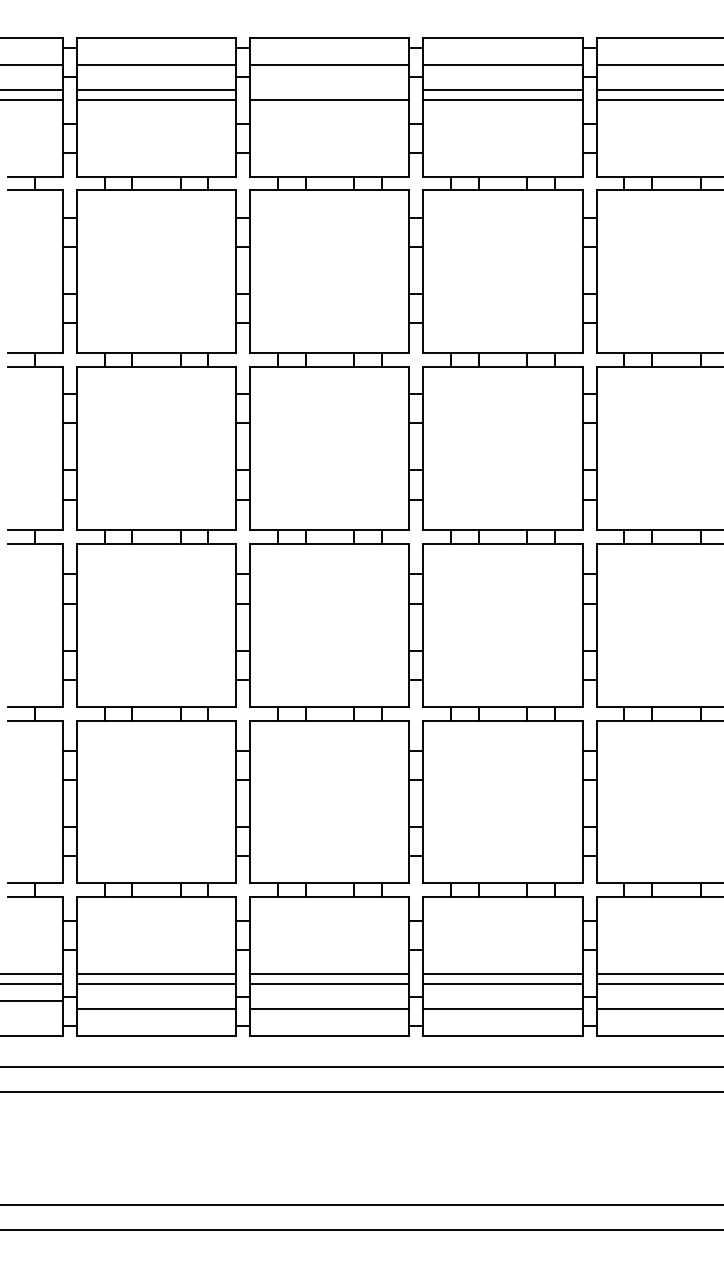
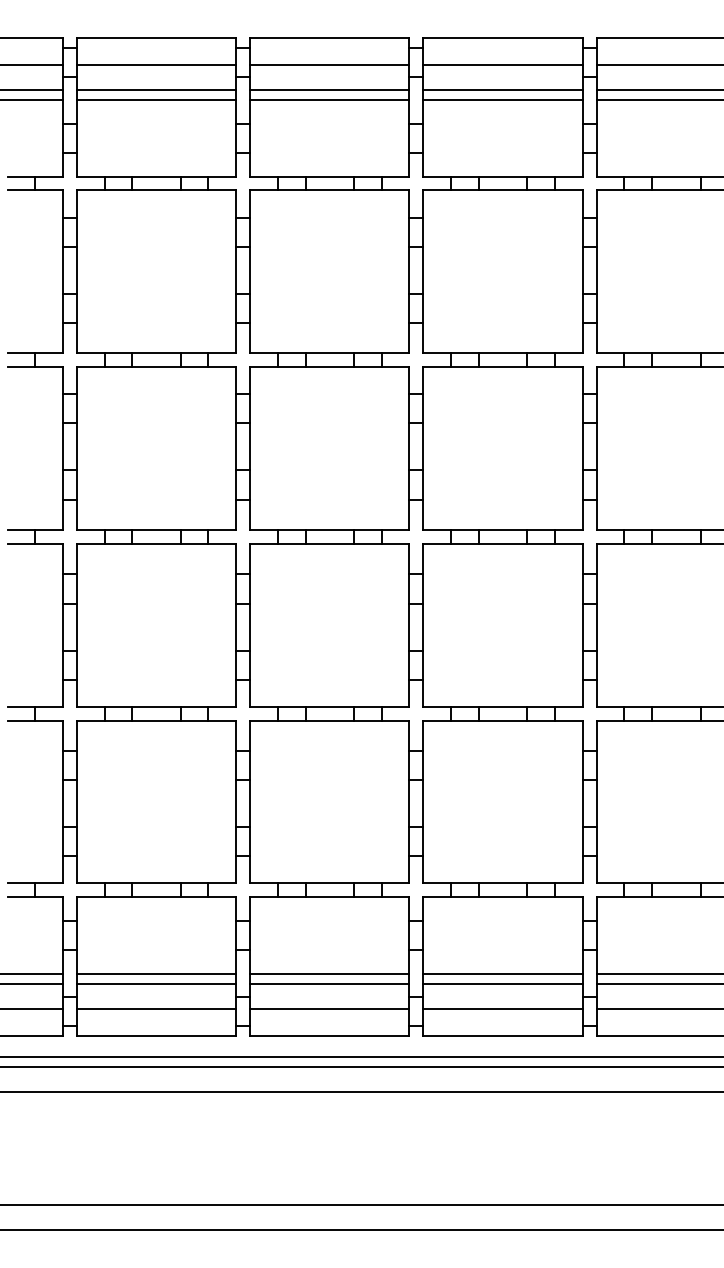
line at (329, 90): none -> present
line at (32, 1000) position: (32, 1000) -> (32, 1008)
line at (361, 1056): none -> present
